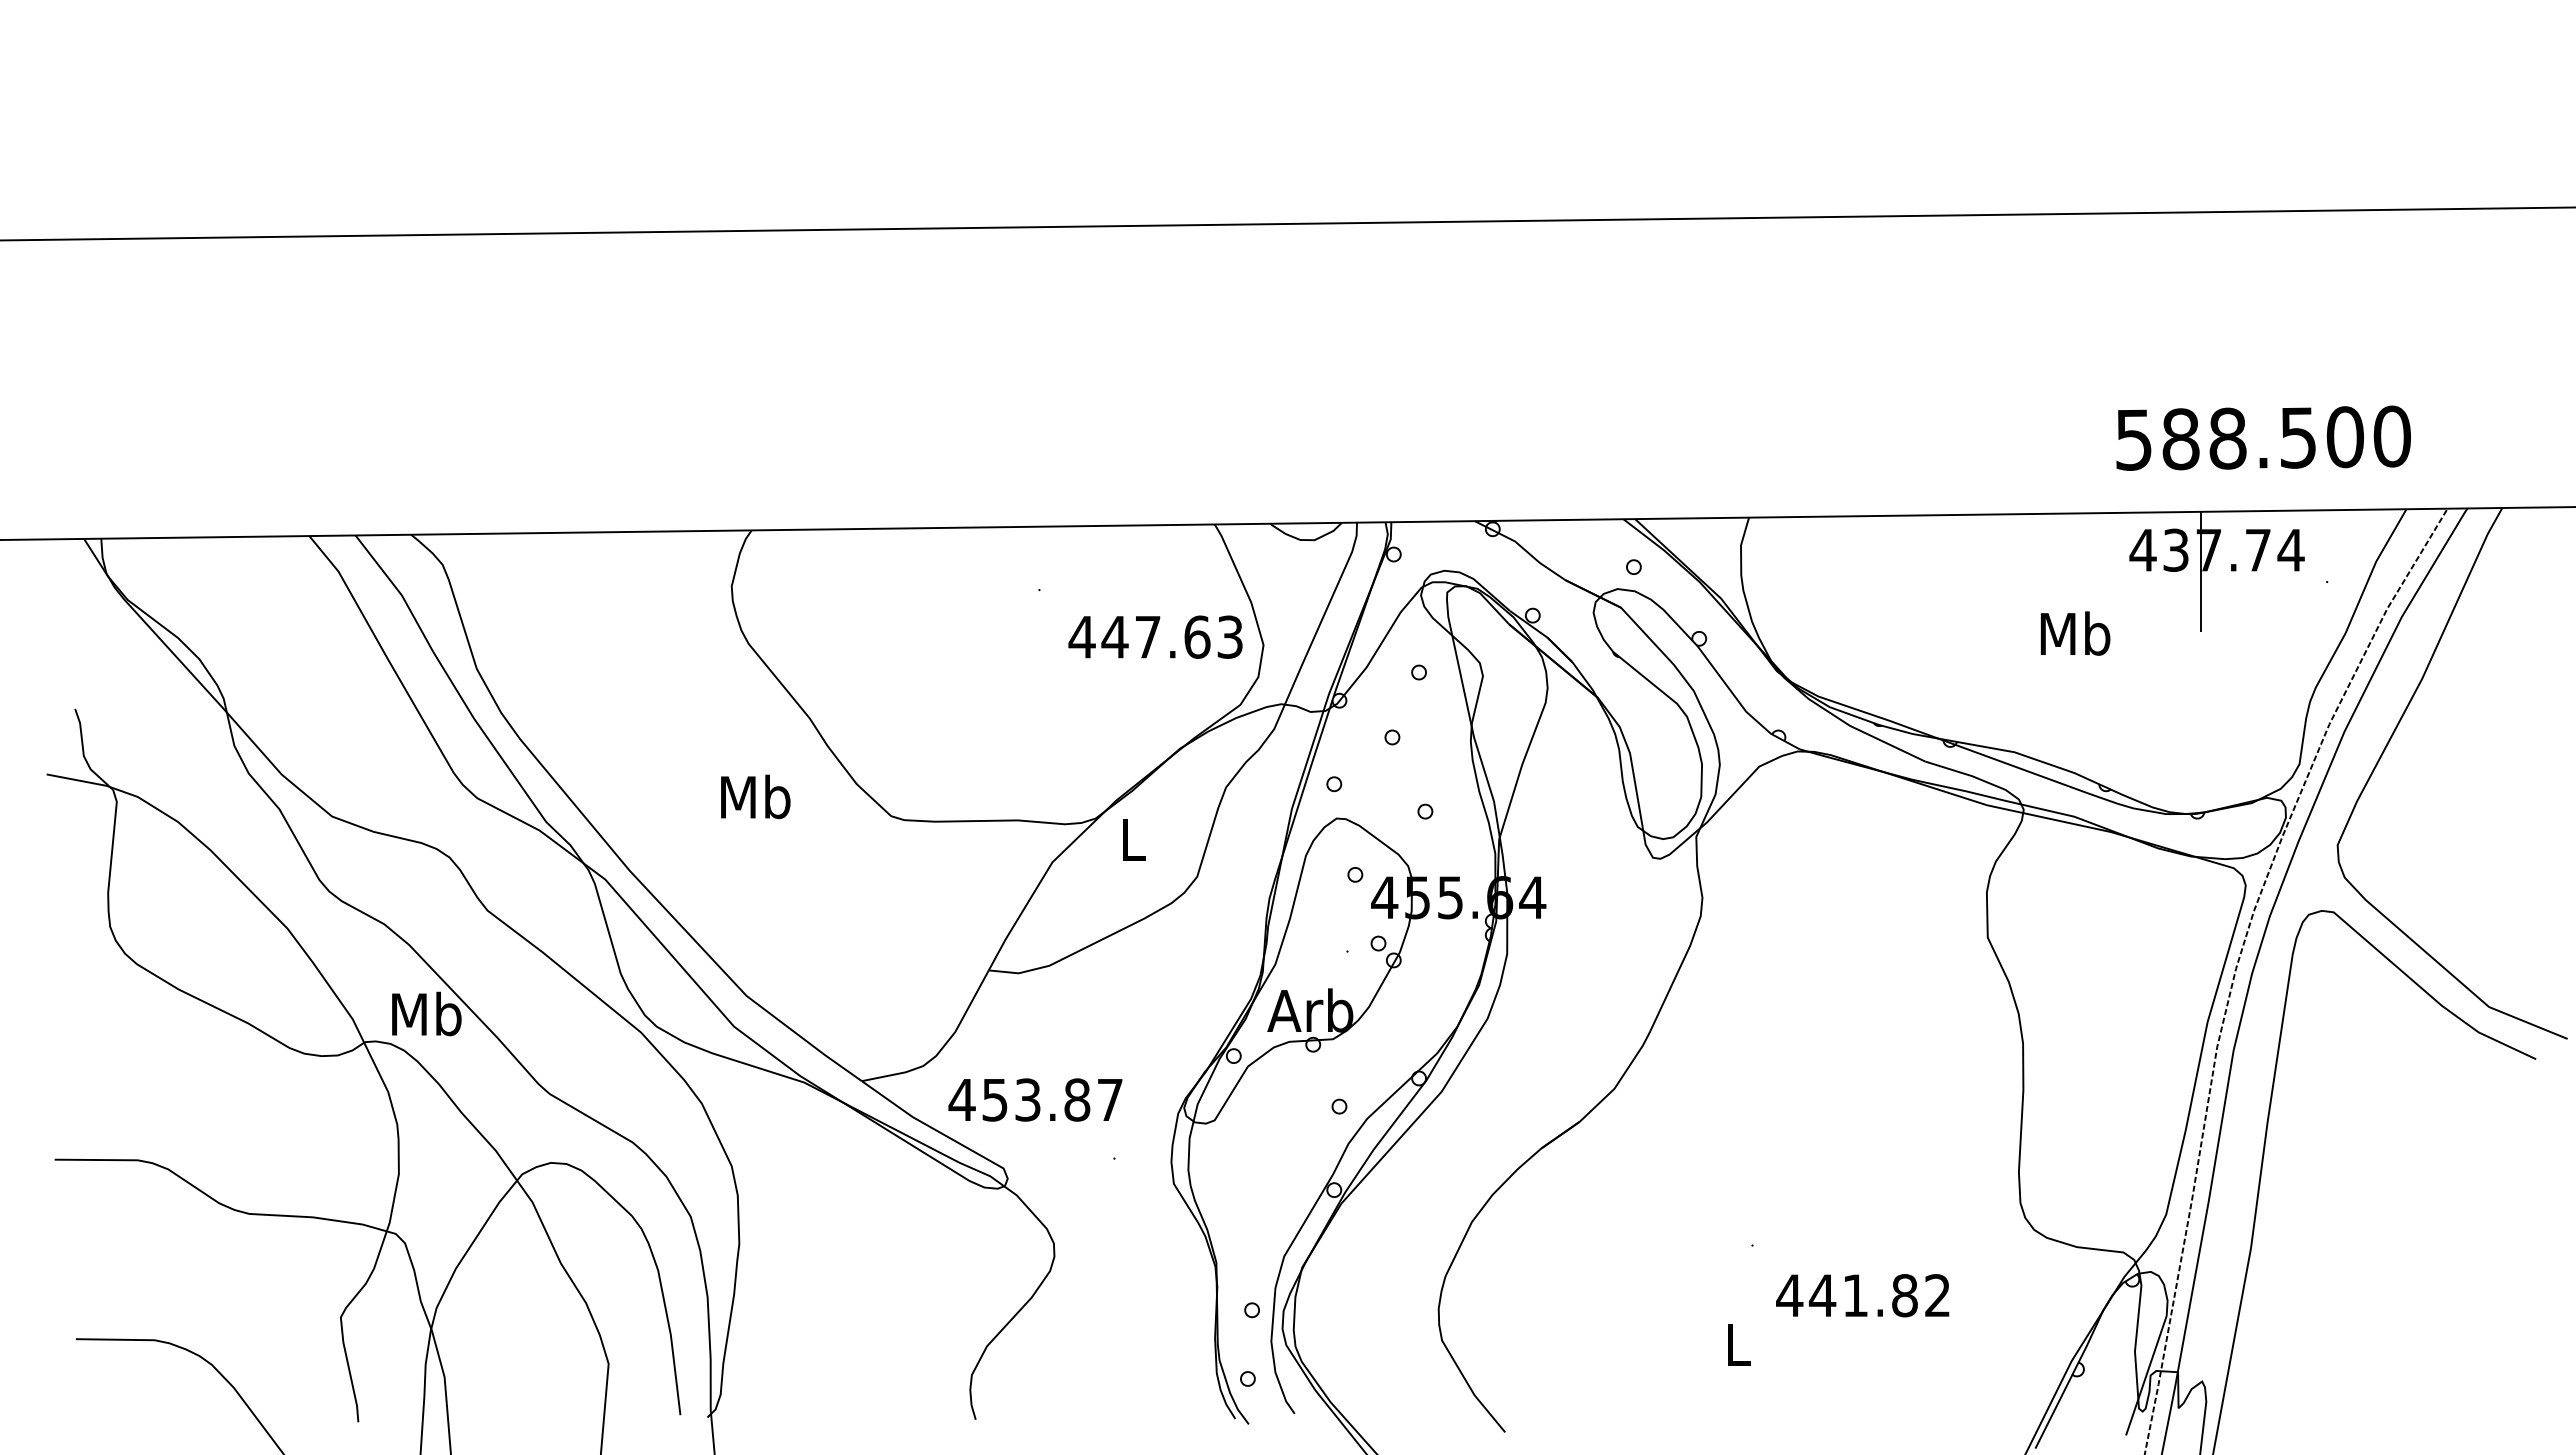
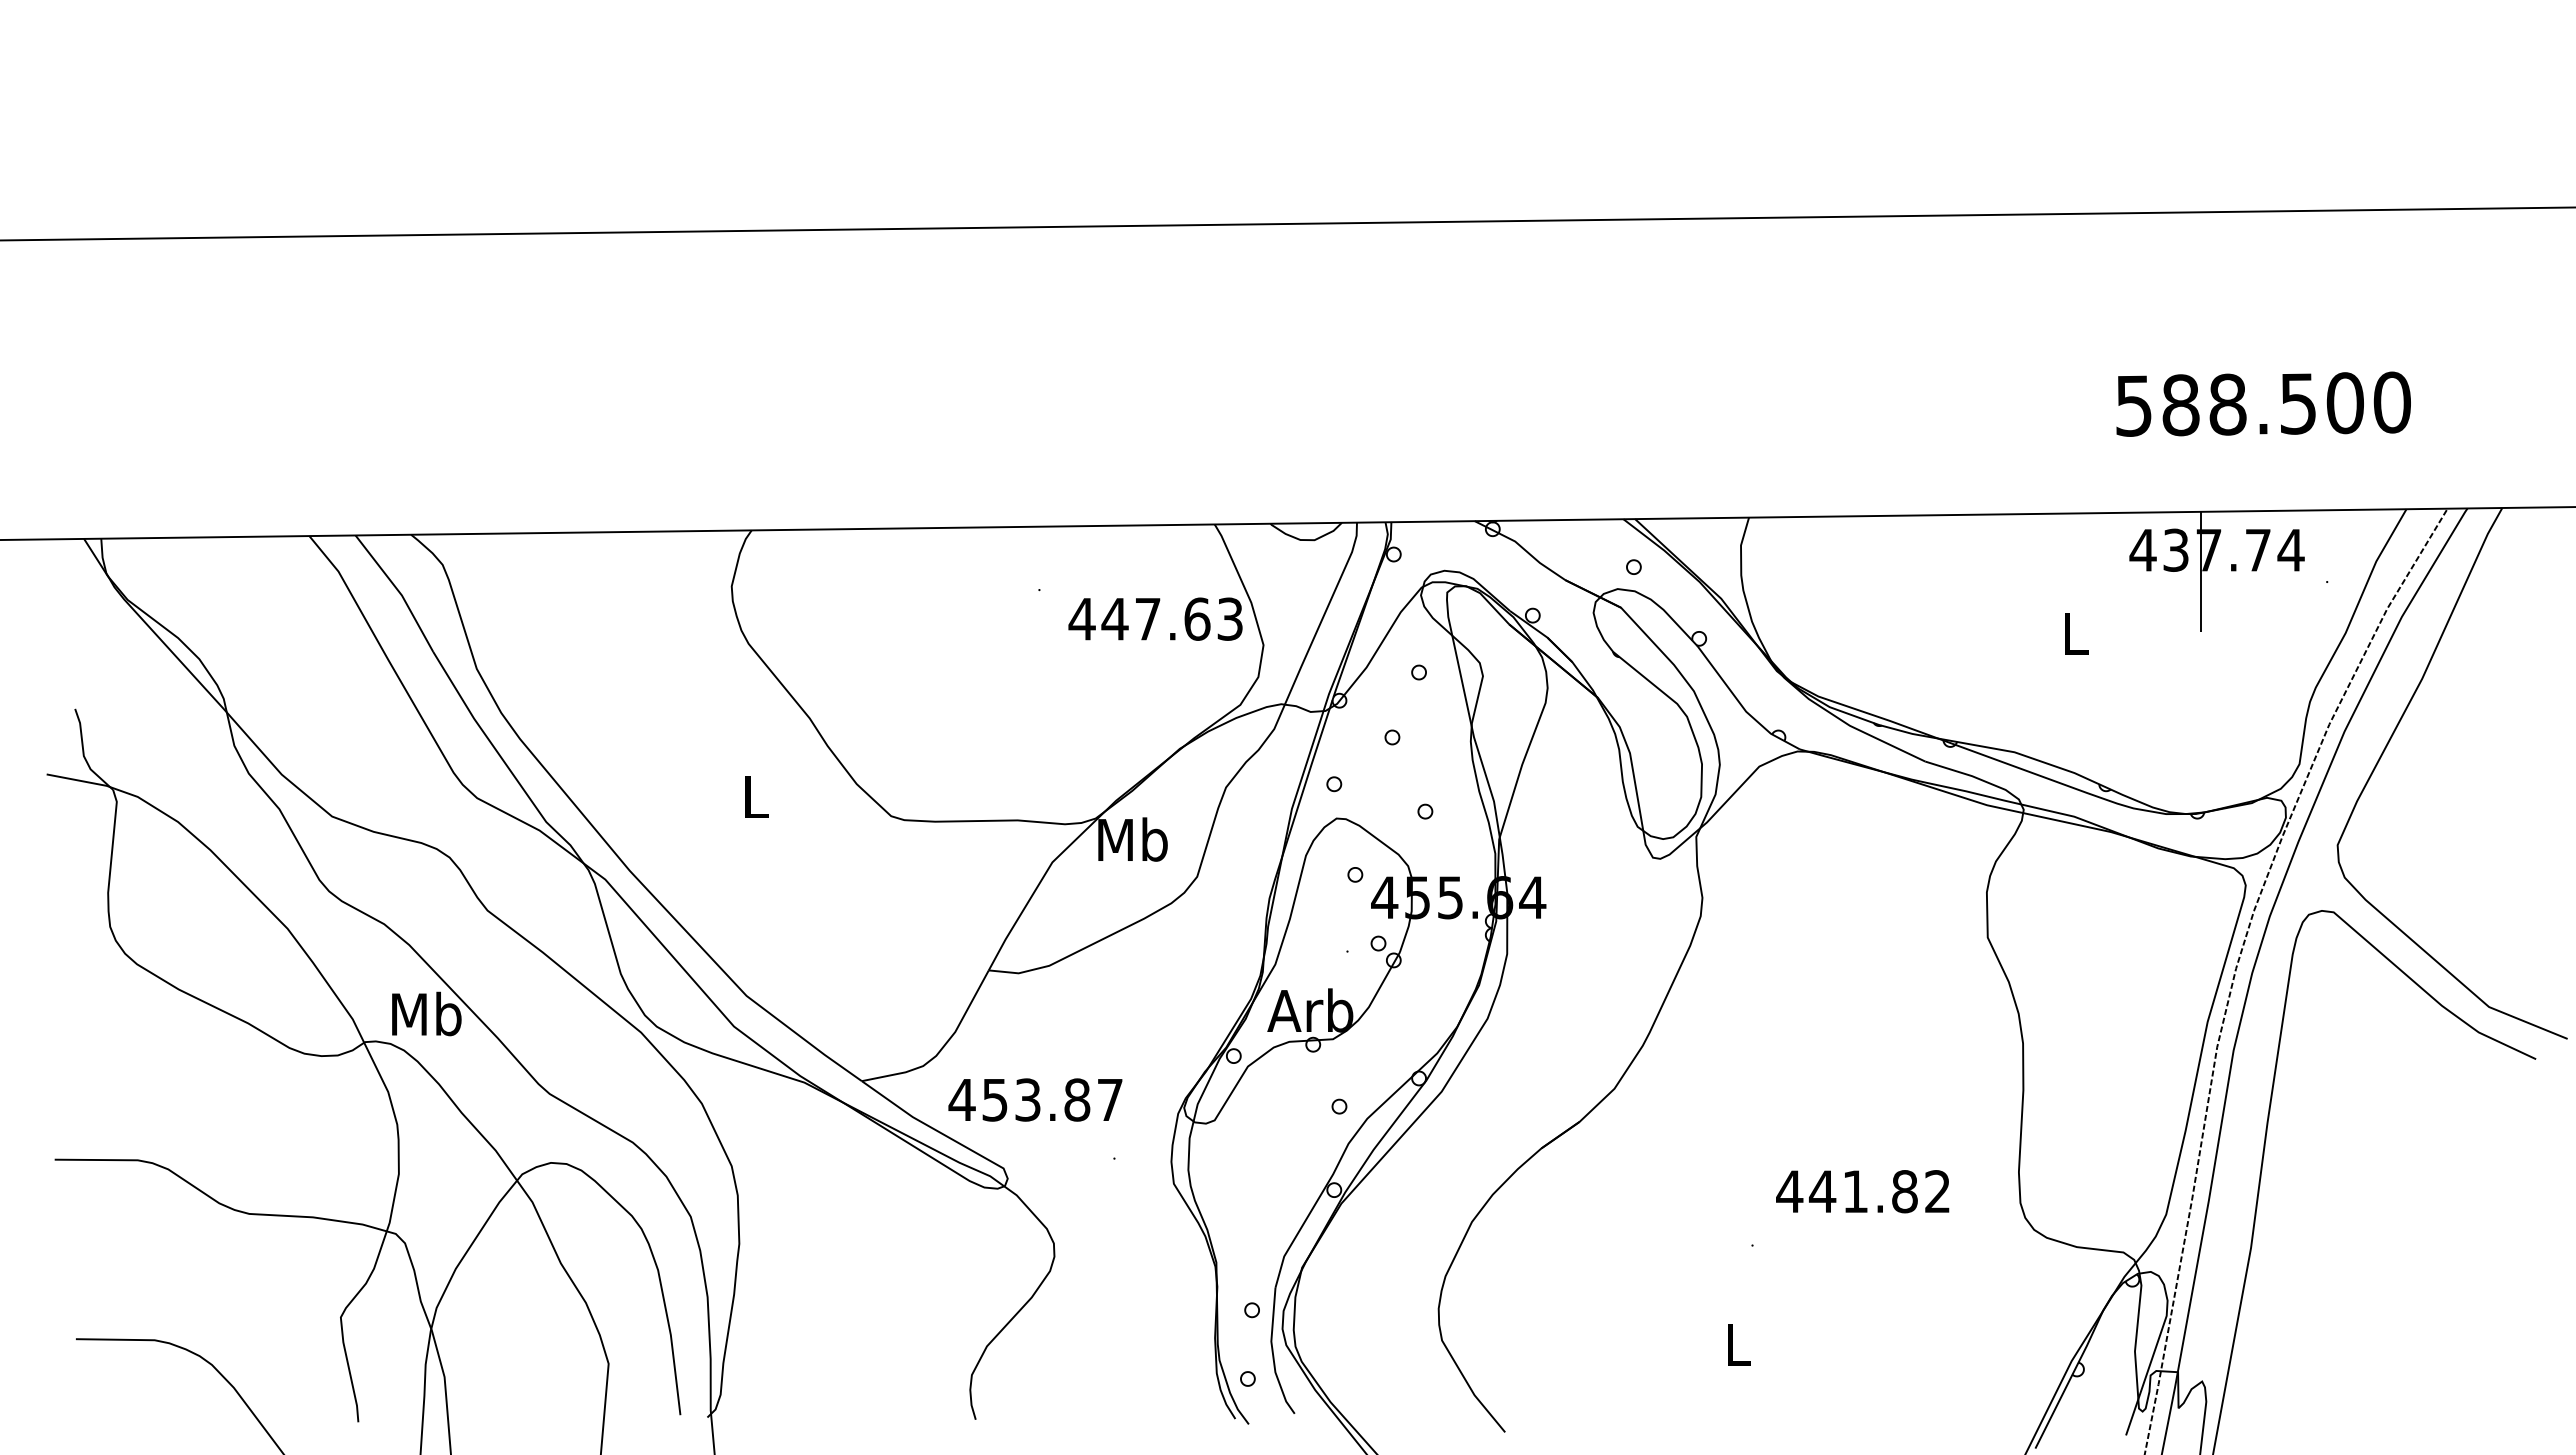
text at (2263, 437) position: (2263, 437) -> (2263, 403)
text at (2075, 633): Mb -> L
text at (1155, 636) position: (1155, 636) -> (1155, 618)
text at (755, 796): Mb -> L
text at (1132, 839): L -> Mb
text at (1862, 1295) position: (1862, 1295) -> (1862, 1191)
